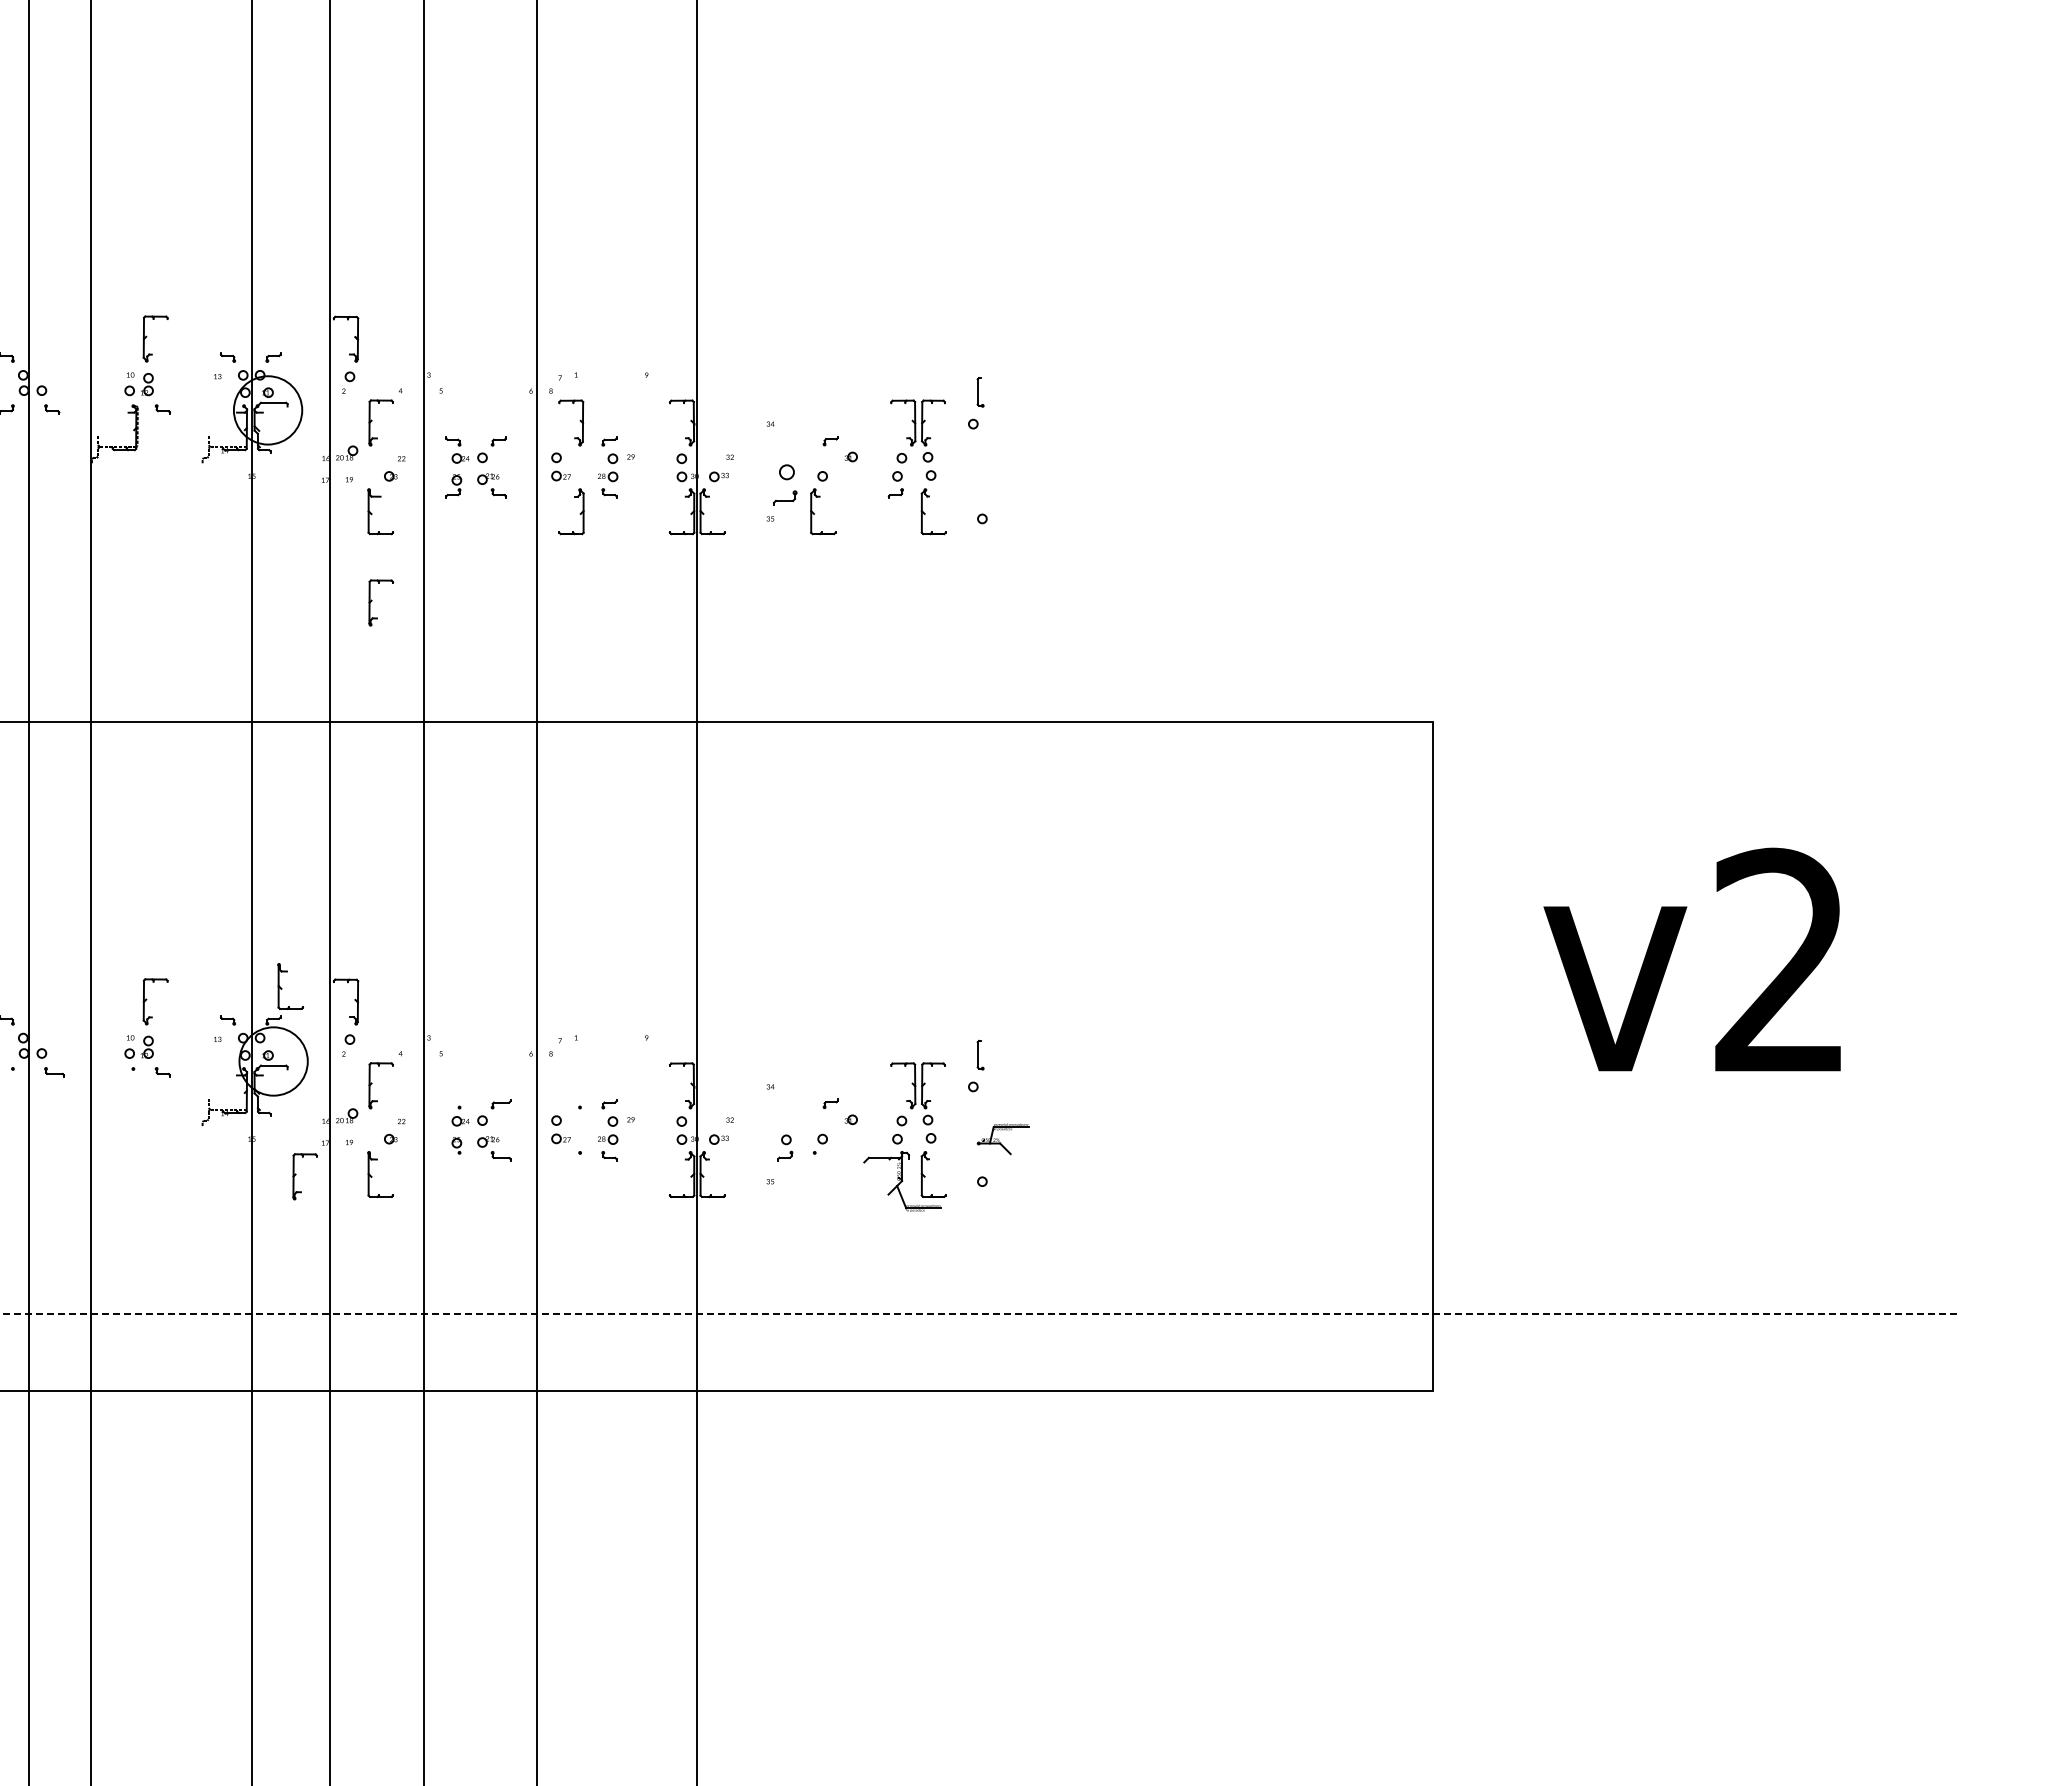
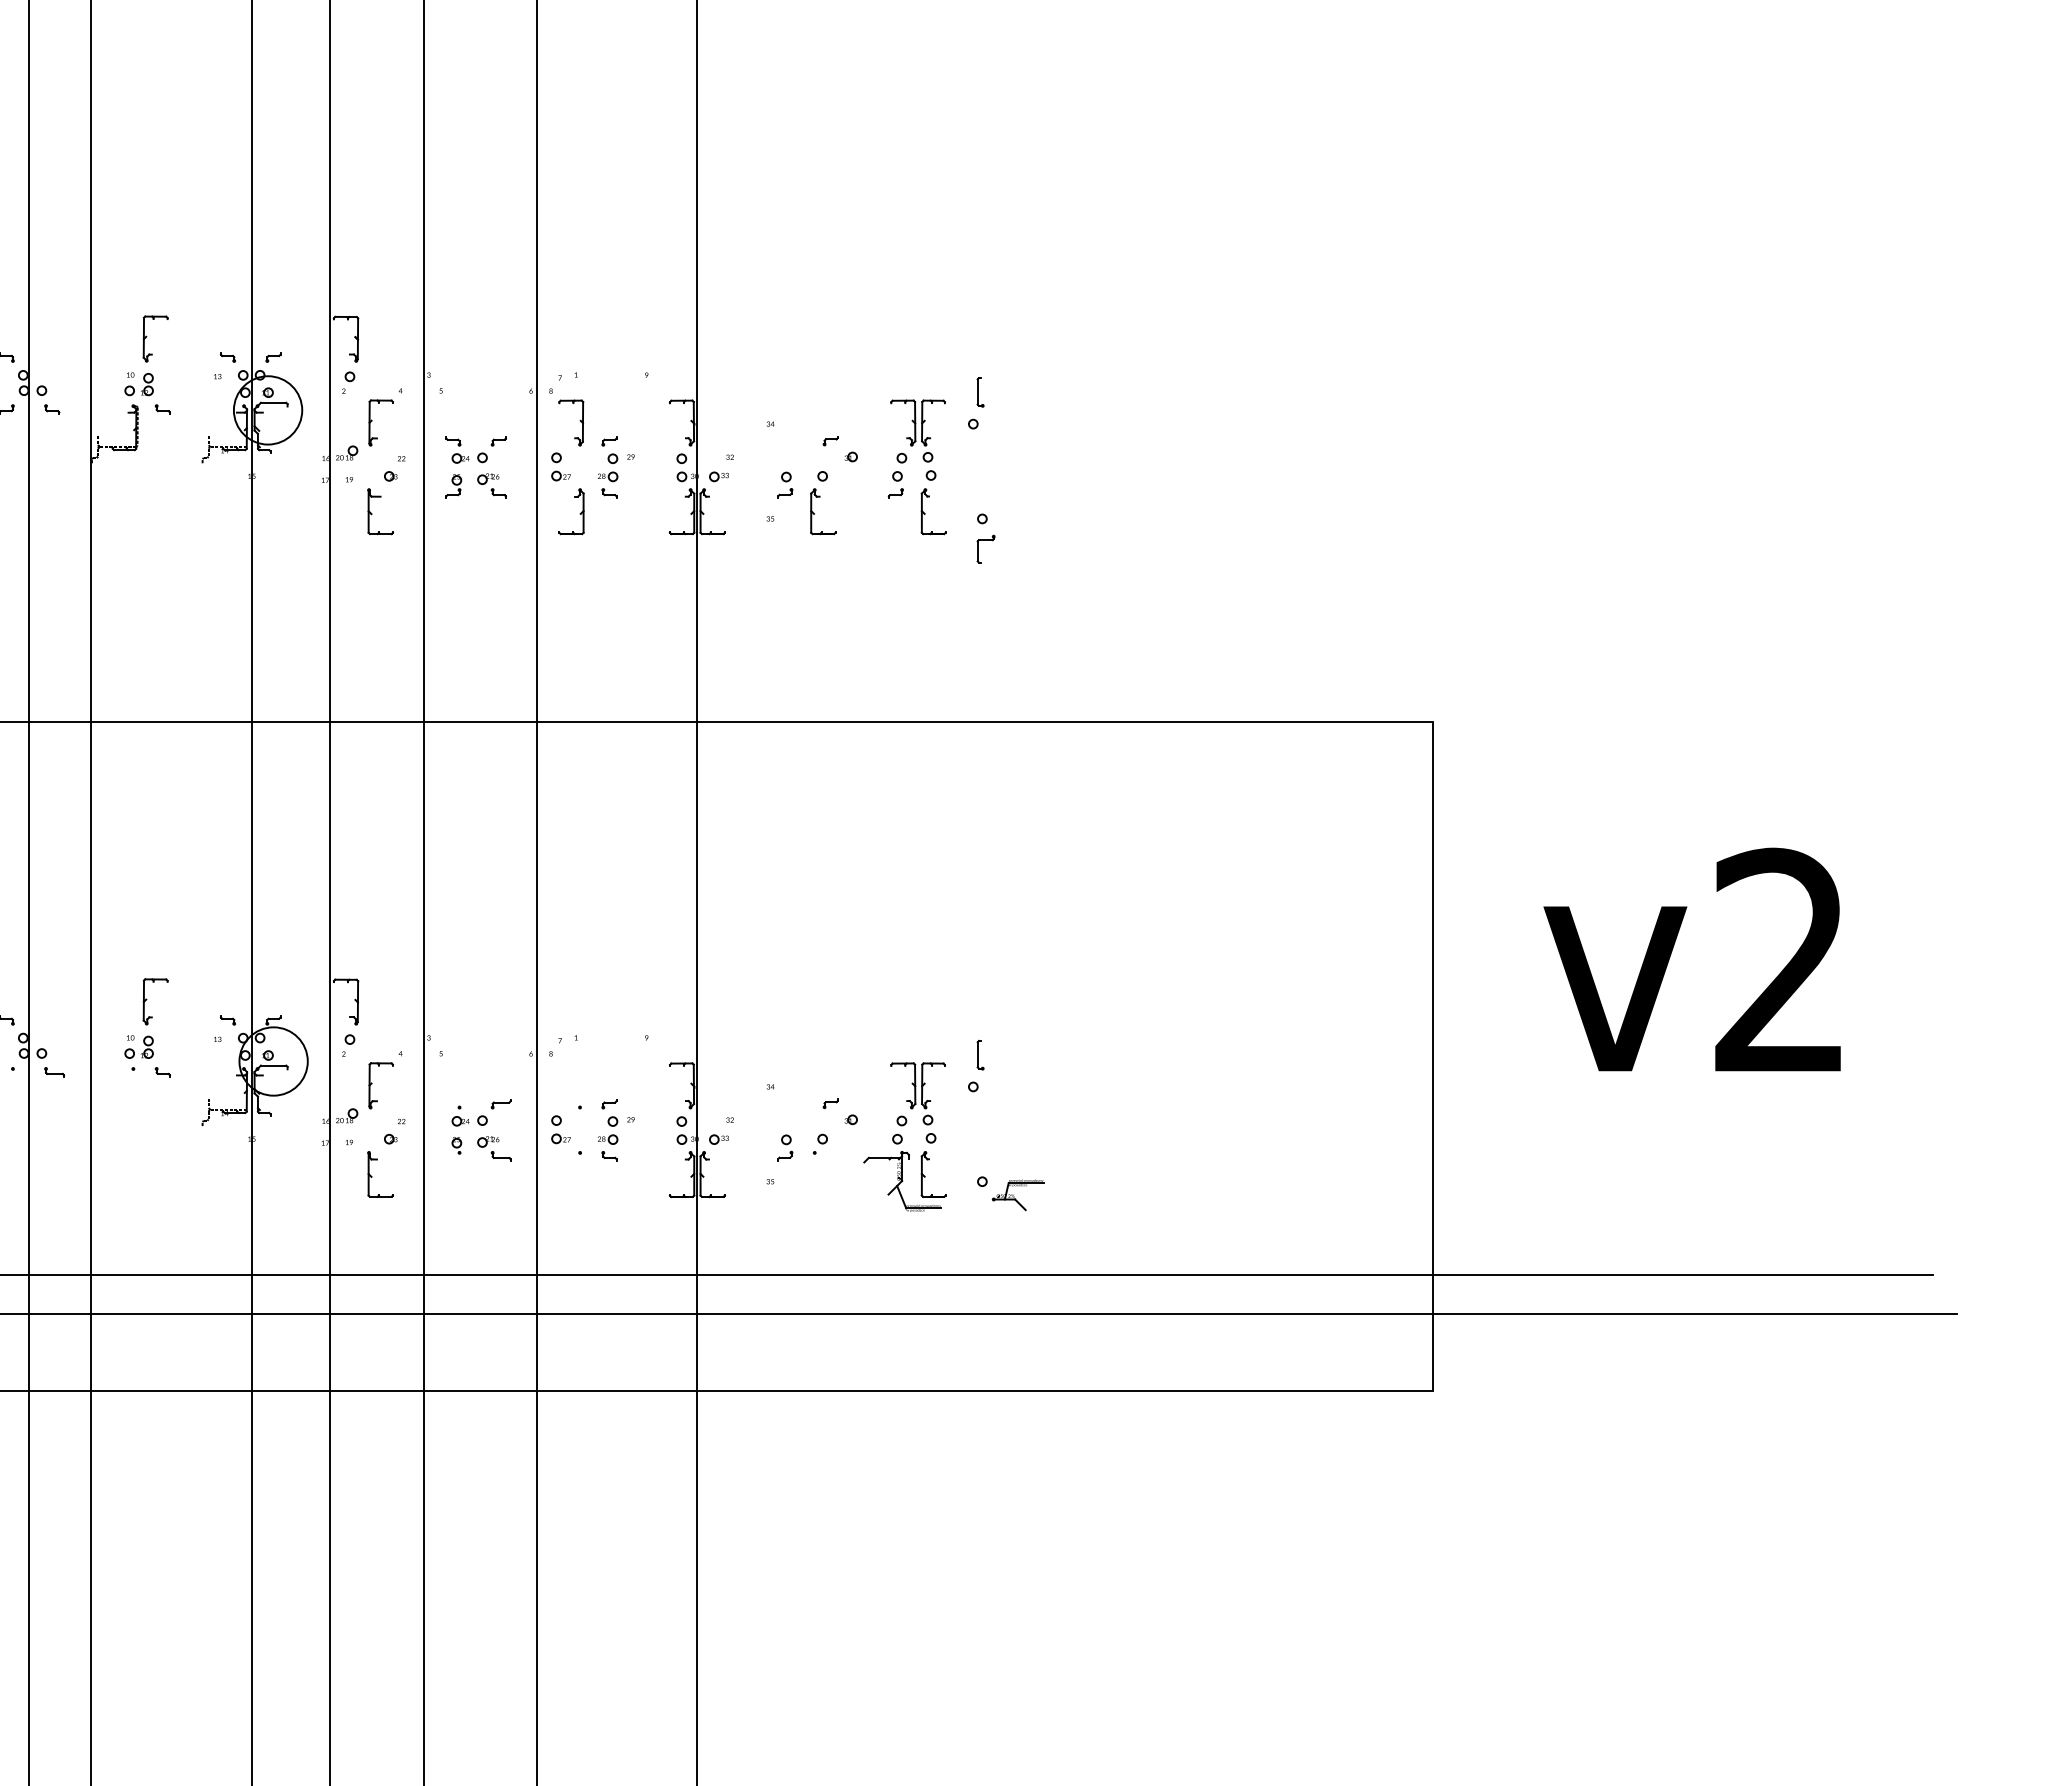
part at (785, 484) size: 25x42 px -> 17x28 px
part at (978, 548): none -> present
part at (372, 601): present -> none
part at (282, 988): present -> none
part at (1002, 1139) position: (1002, 1139) -> (1017, 1195)
part at (296, 1174): present -> none
line at (967, 1274): none -> present
line at (978, 1314): dashed -> solid
